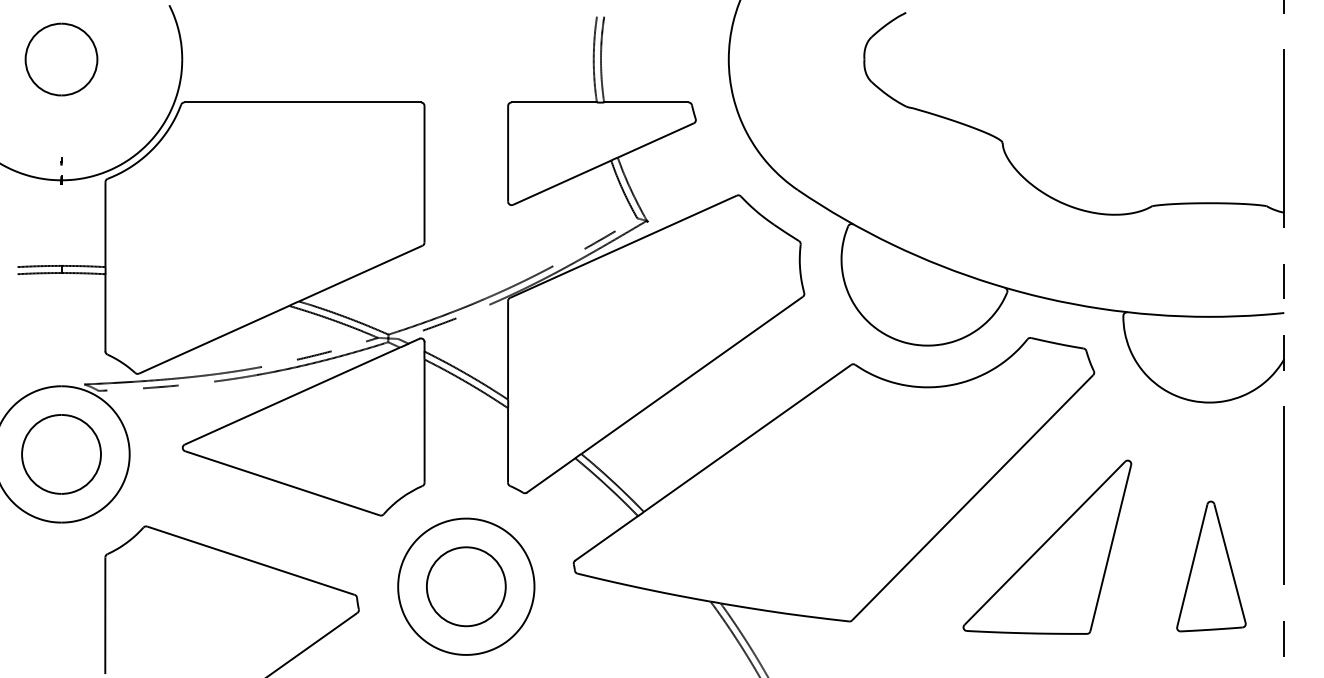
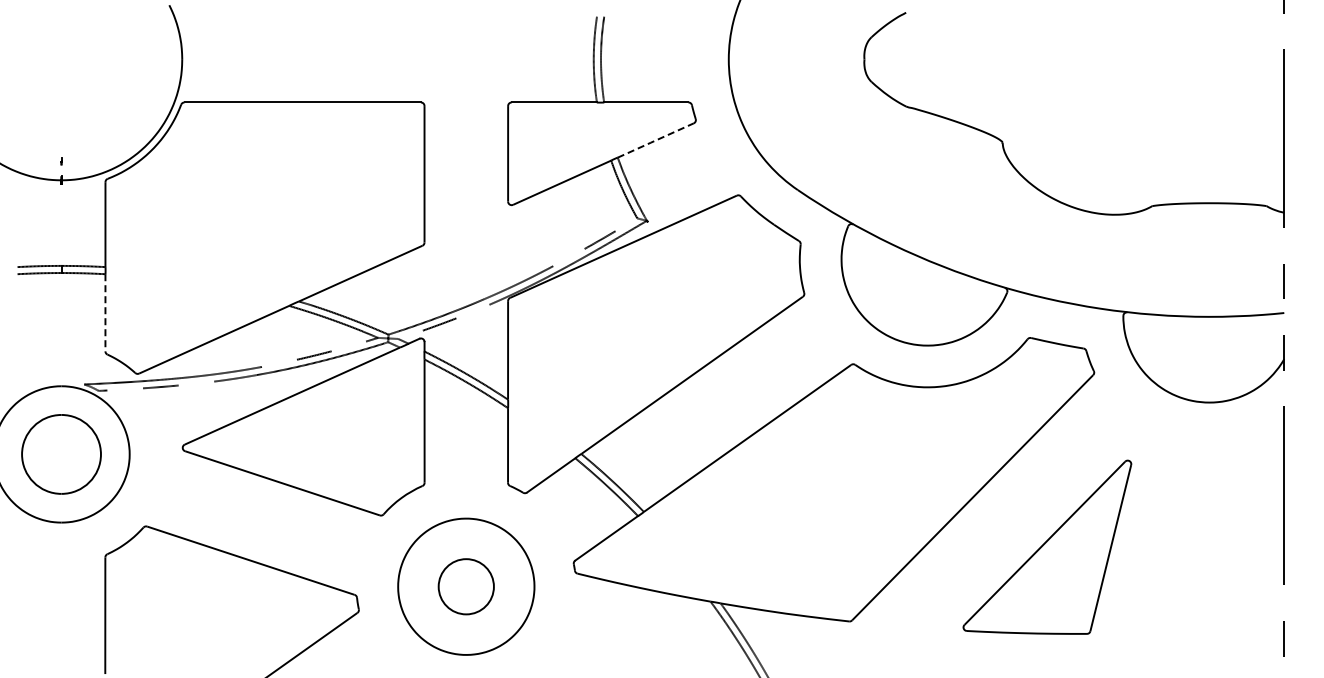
part at (61, 59): present -> none
line at (655, 140): solid -> dashed
line at (105, 312): solid -> dashed
part at (1211, 566): present -> none
circle at (465, 586) diameter: 79 px -> 55 px
